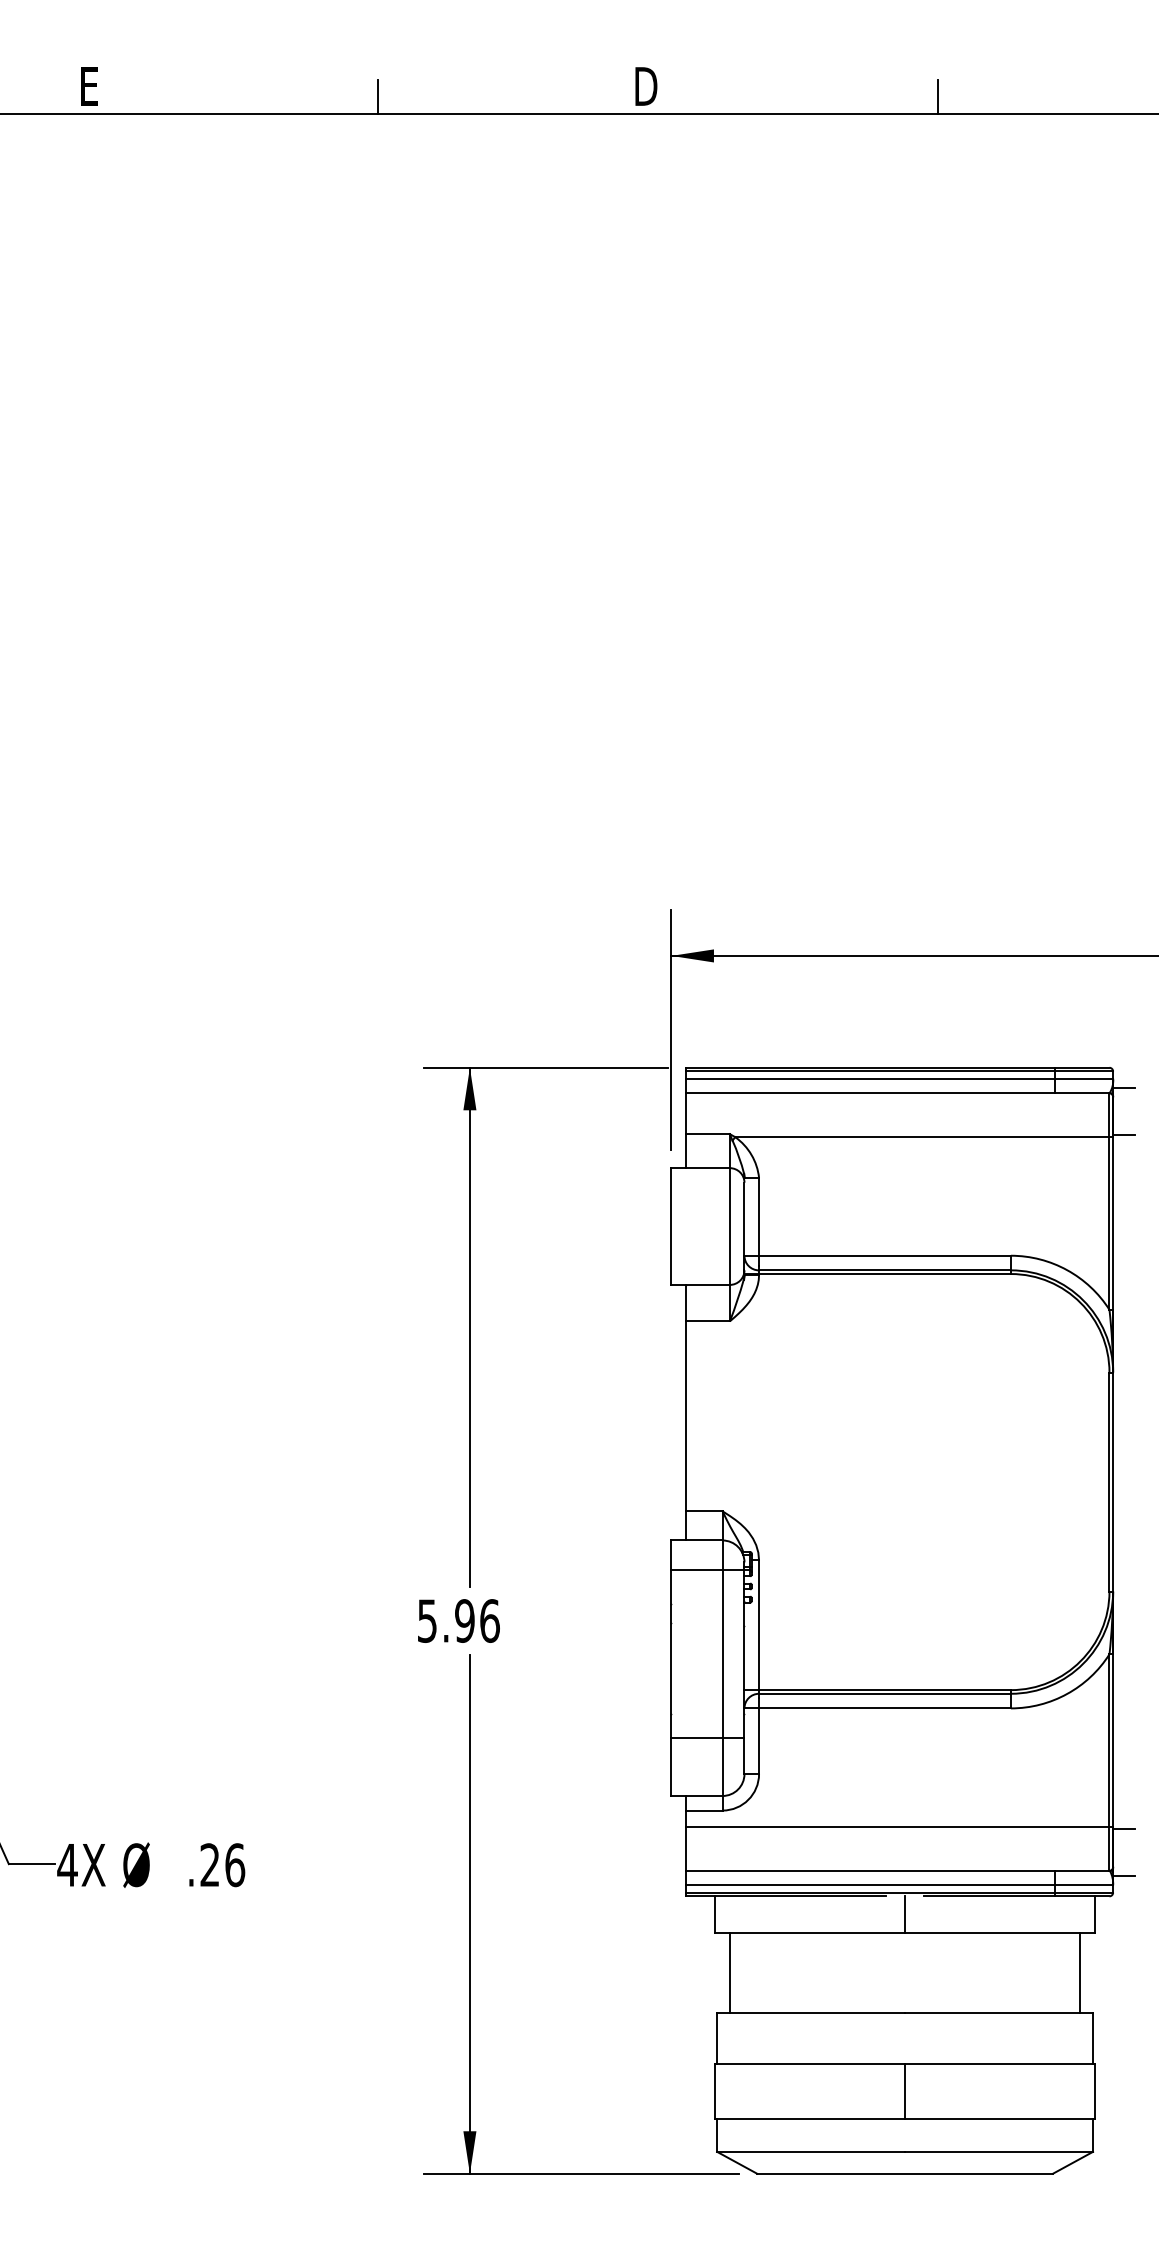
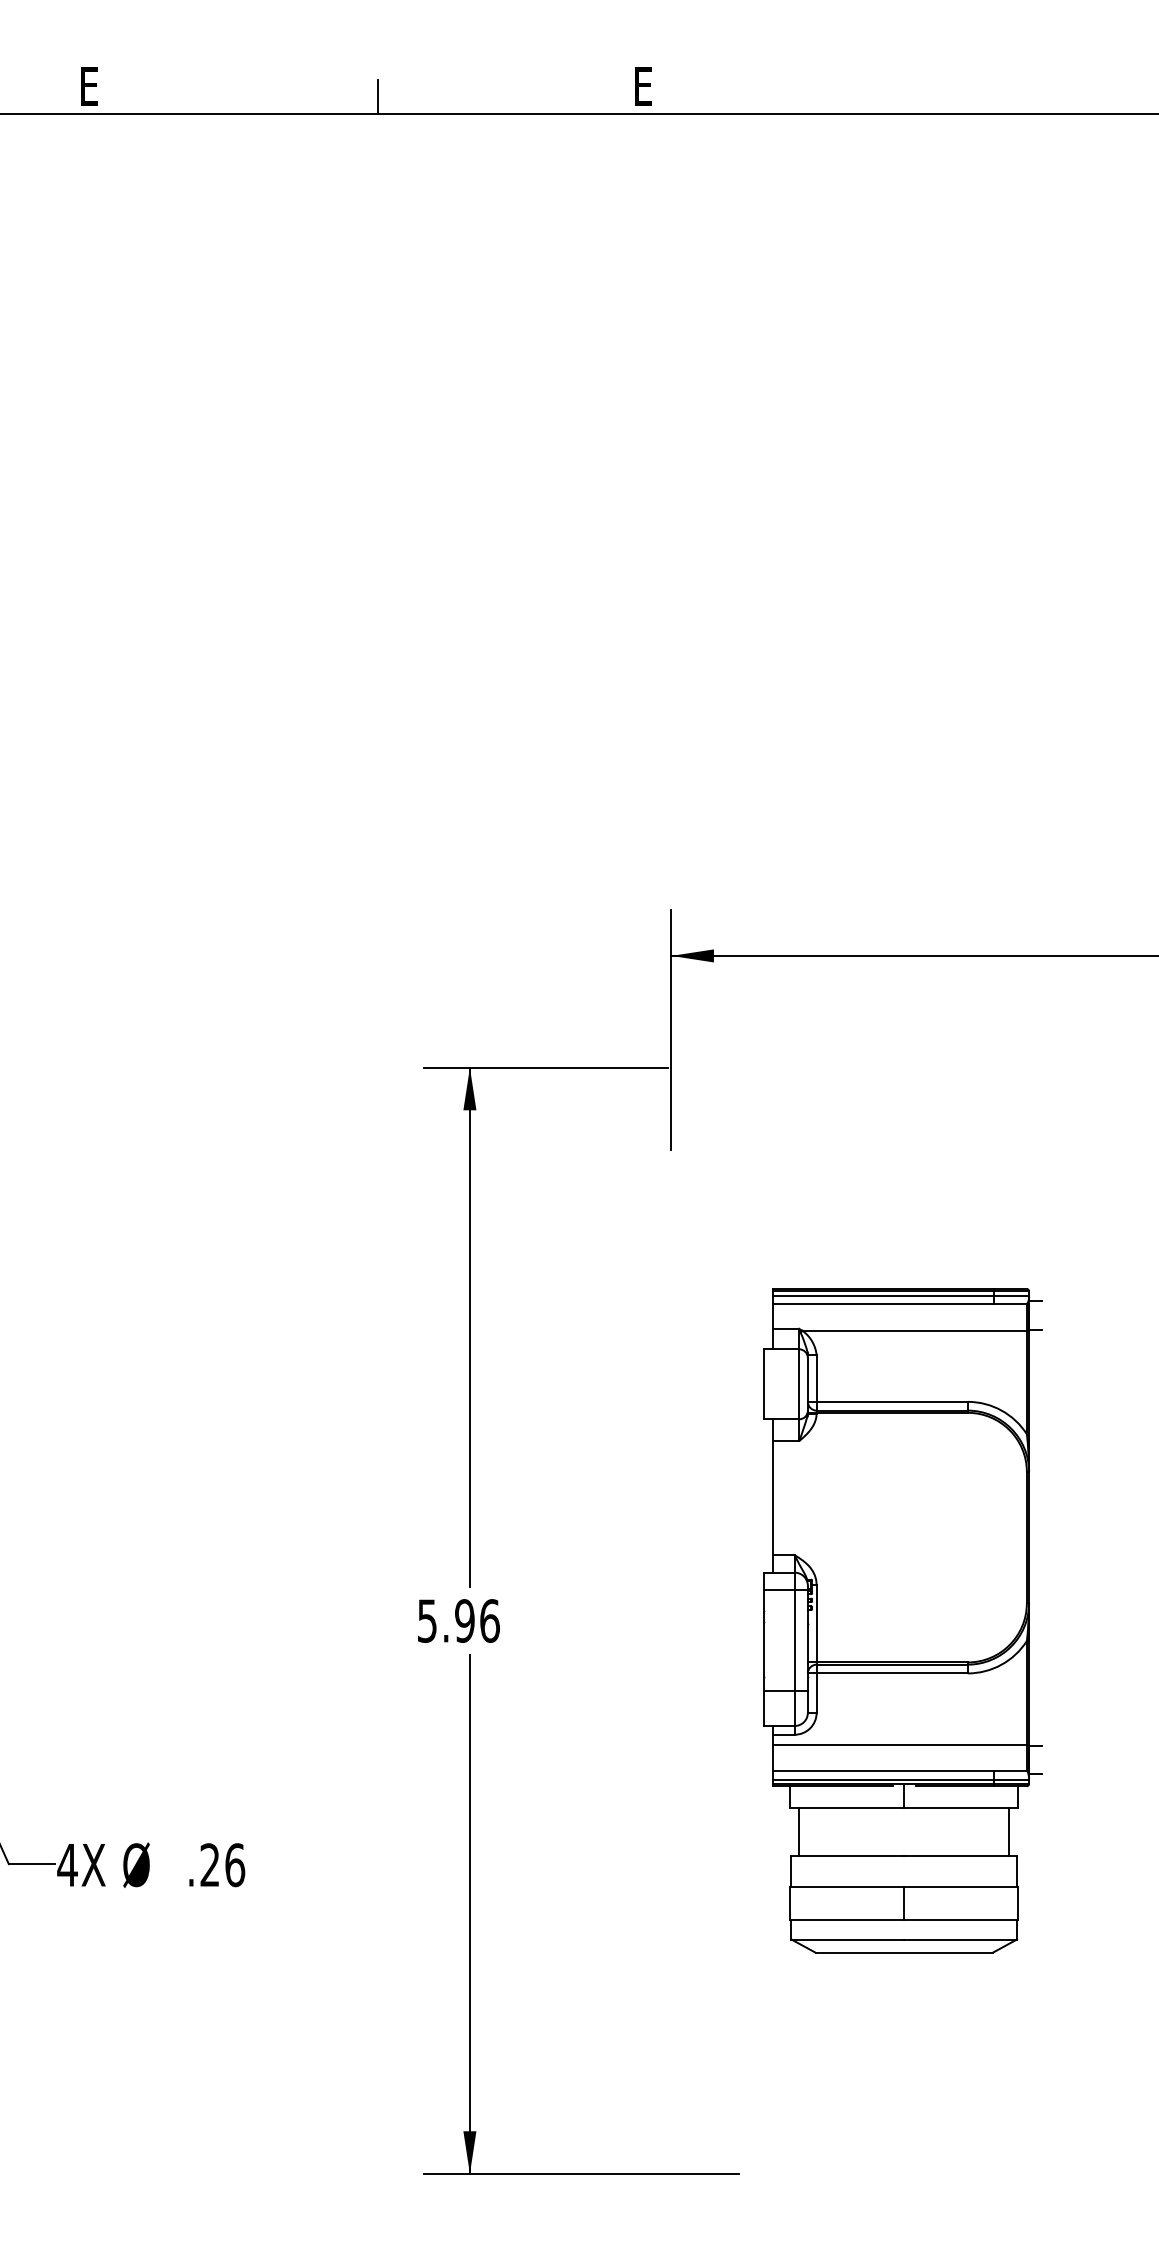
text at (646, 86): D -> E
line at (937, 96): present -> none
part at (902, 1620) size: 466x1108 px -> 280x666 px
